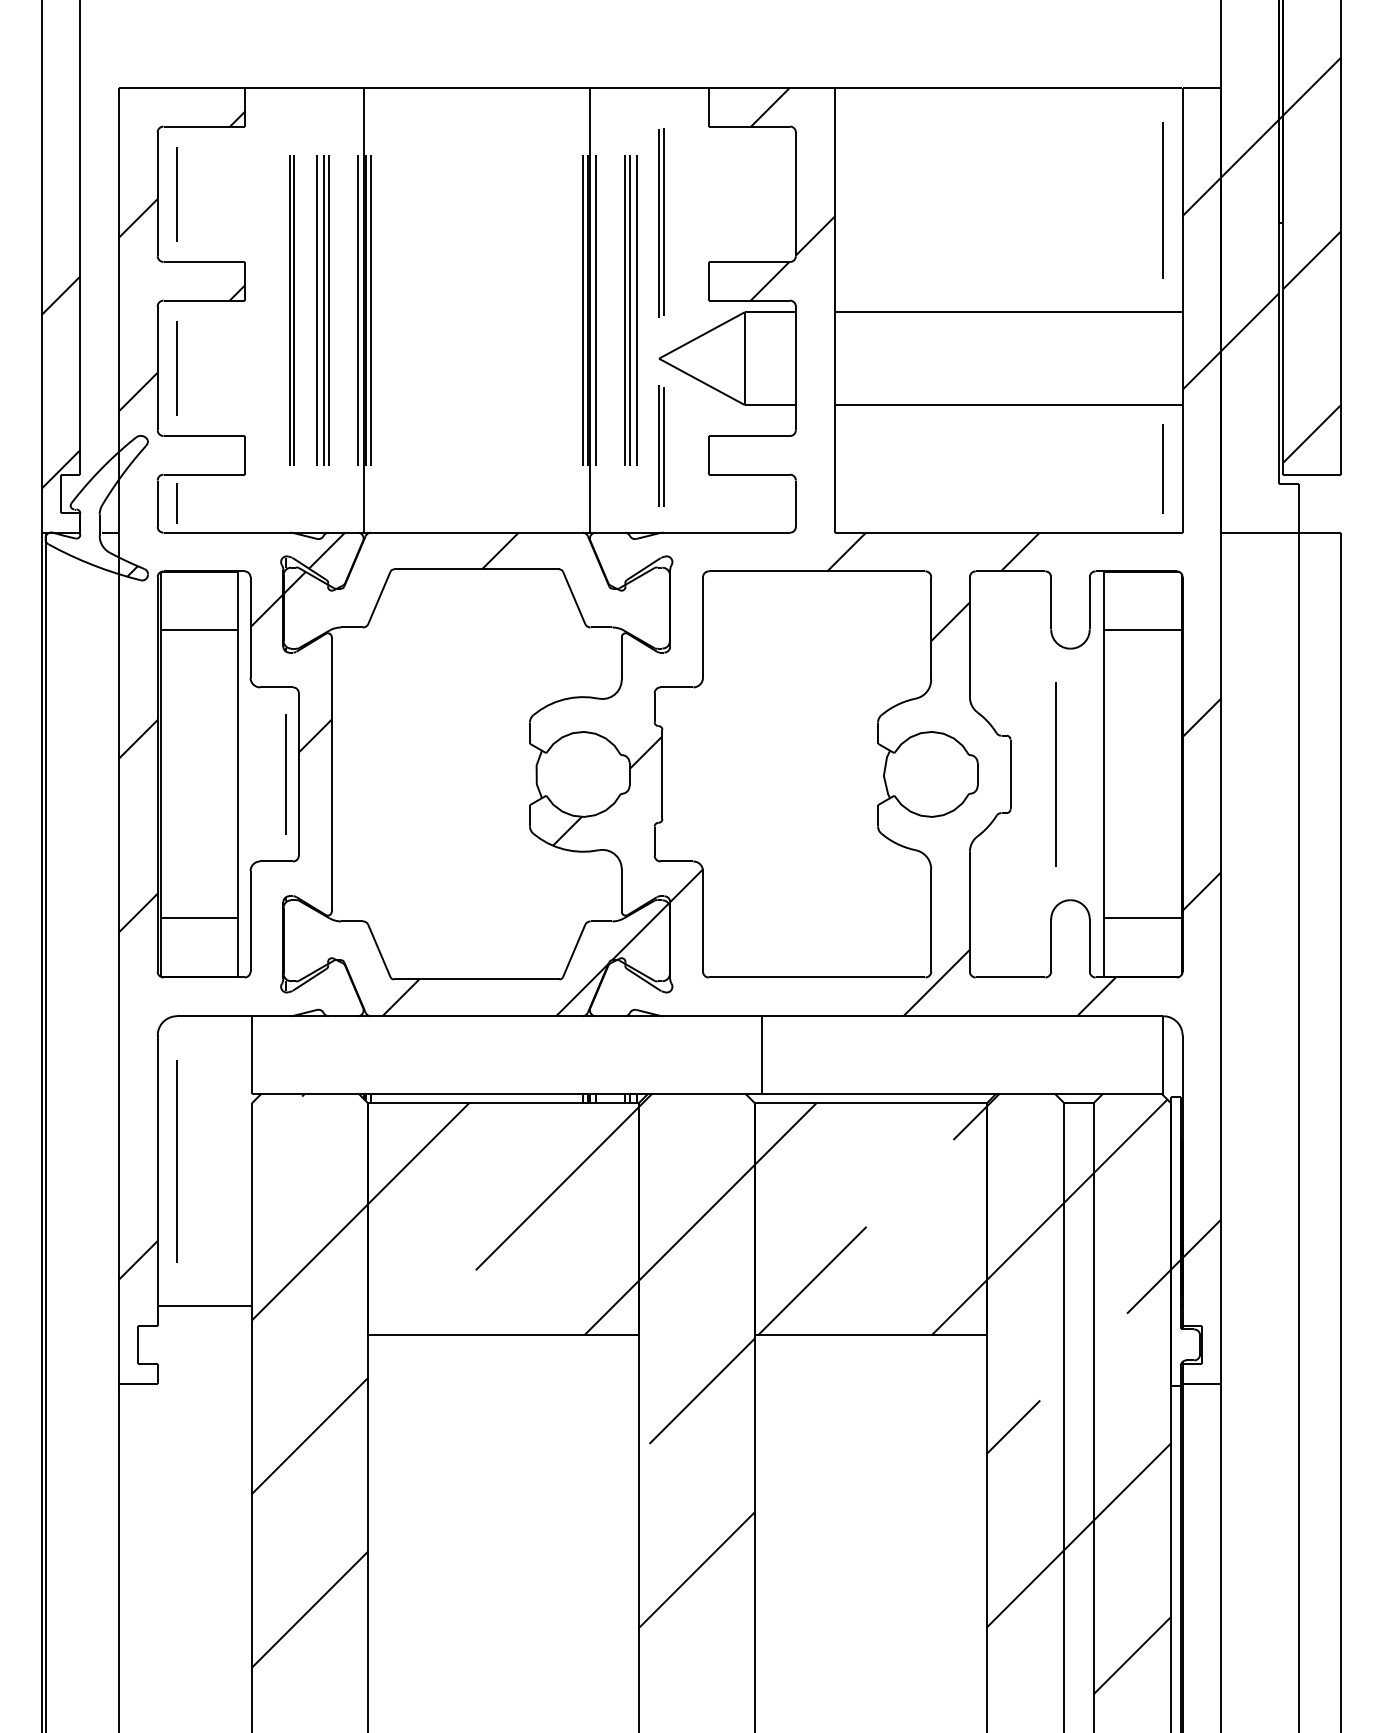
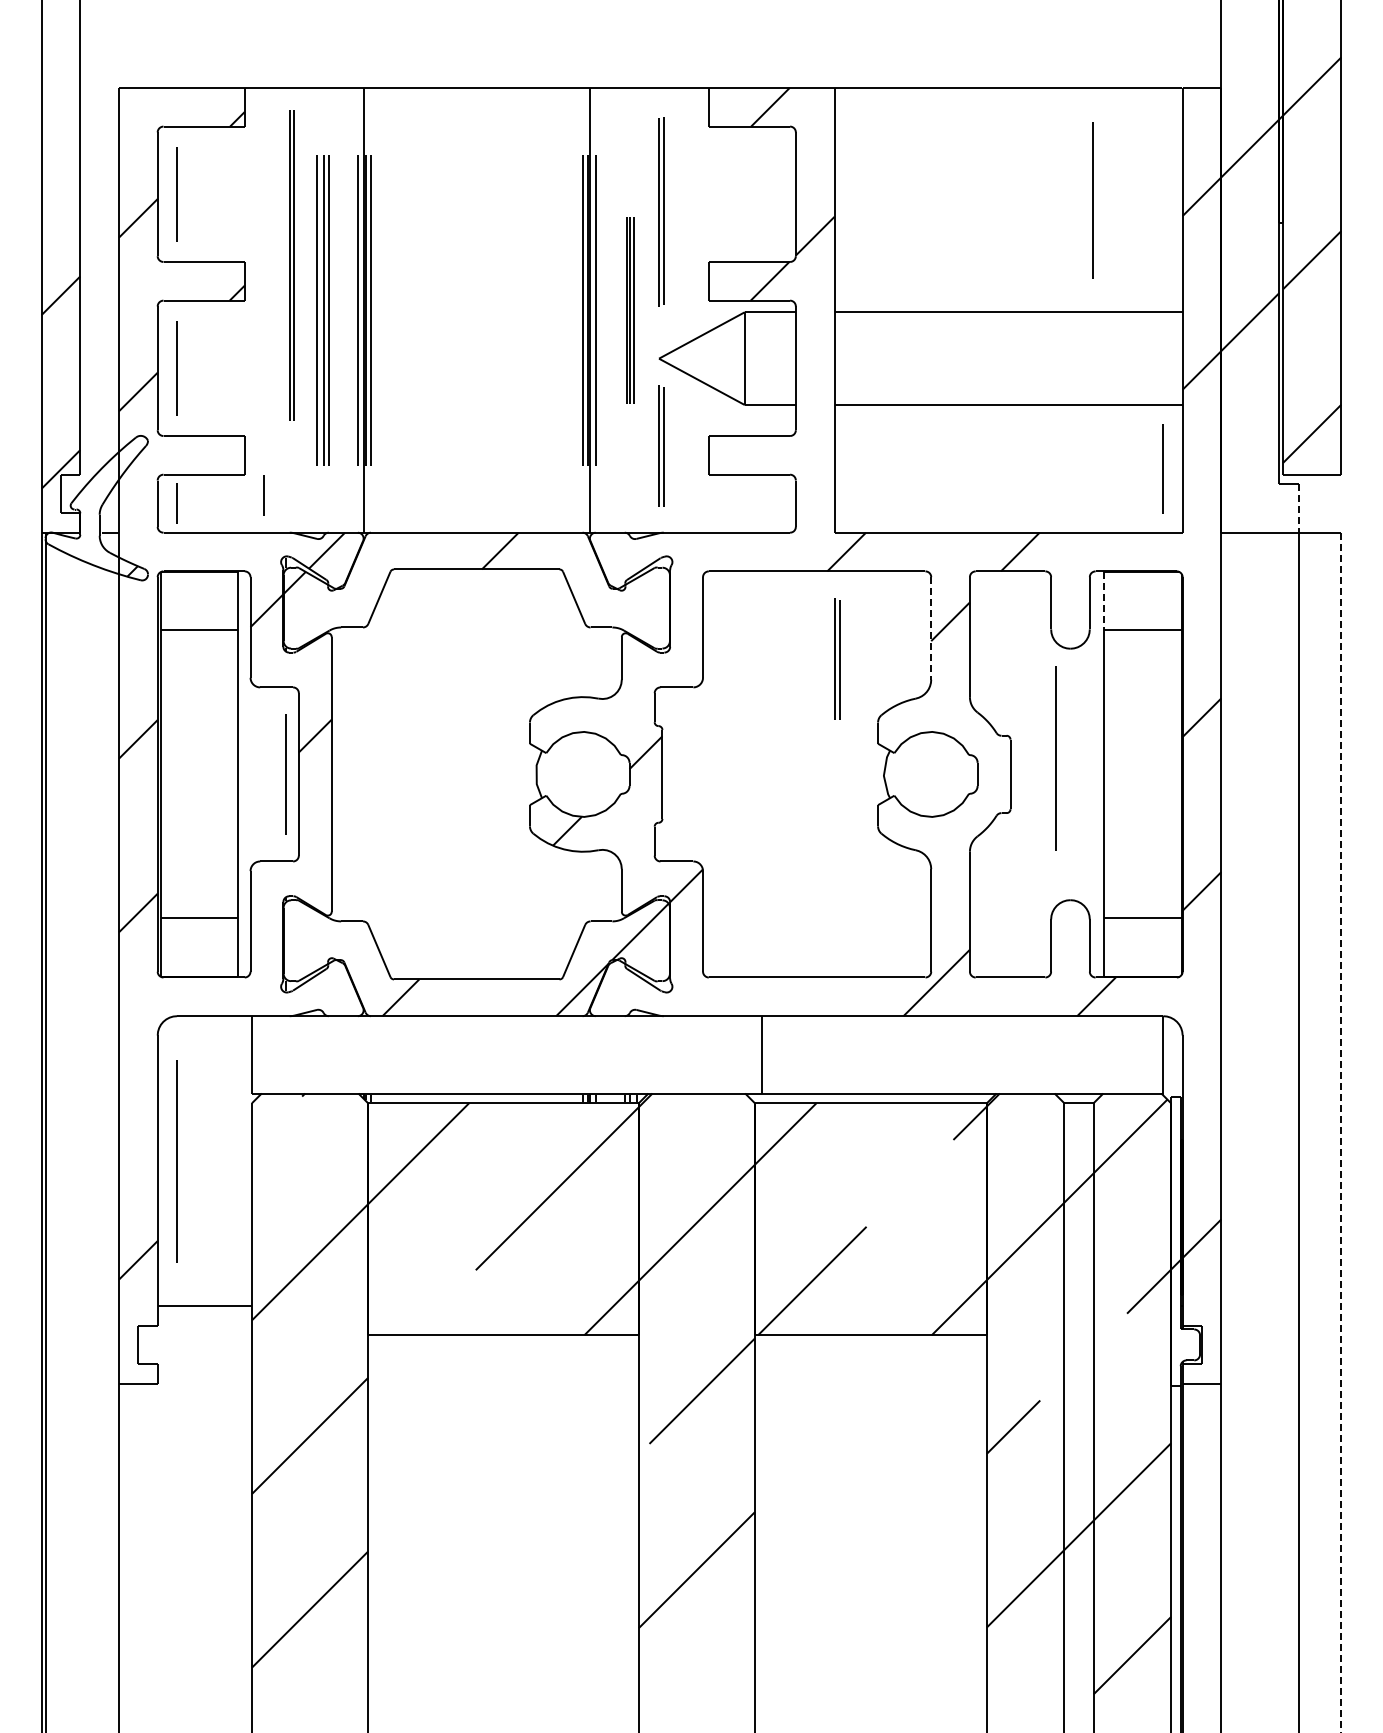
line at (1162, 200) position: (1162, 200) -> (1092, 200)
part at (661, 222) position: (661, 222) -> (661, 211)
part at (291, 310) position: (291, 310) -> (291, 265)
part at (630, 310) size: 14x311 px -> 9x187 px
line at (263, 495): none -> present
line at (1298, 509): solid -> dashed
line at (1104, 601): solid -> dashed
line at (931, 628): solid -> dashed
part at (837, 658): none -> present
line at (1055, 774) position: (1055, 774) -> (1055, 758)
line at (1341, 1132): solid -> dashed
